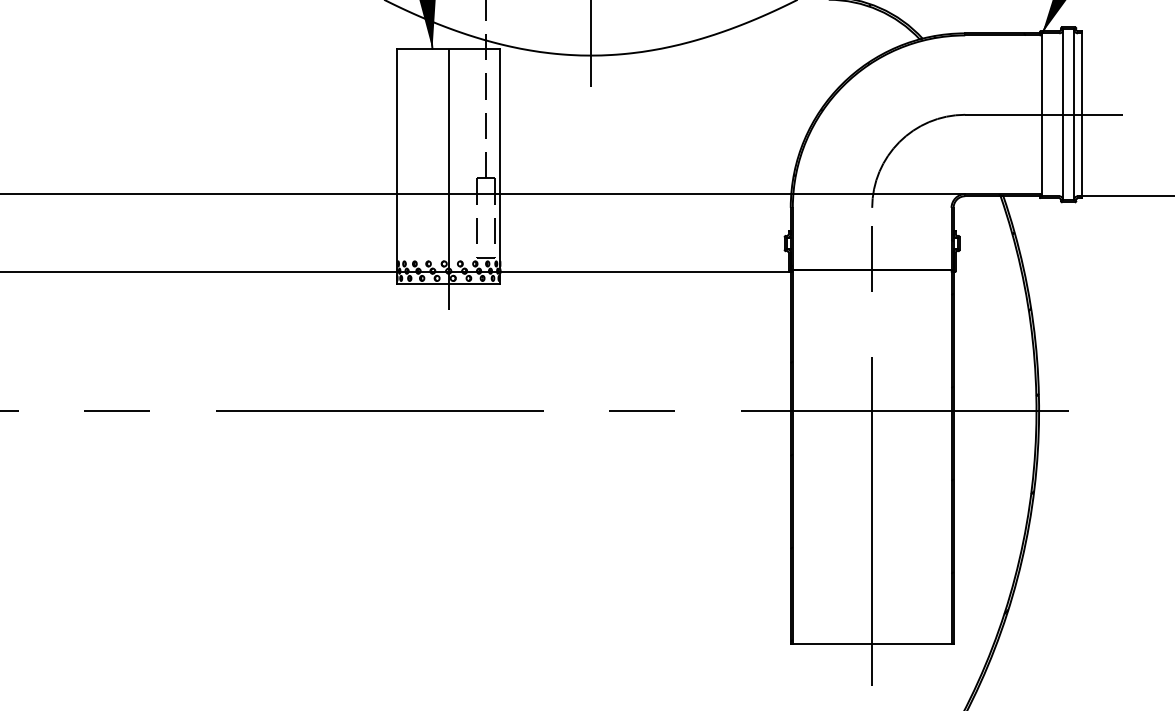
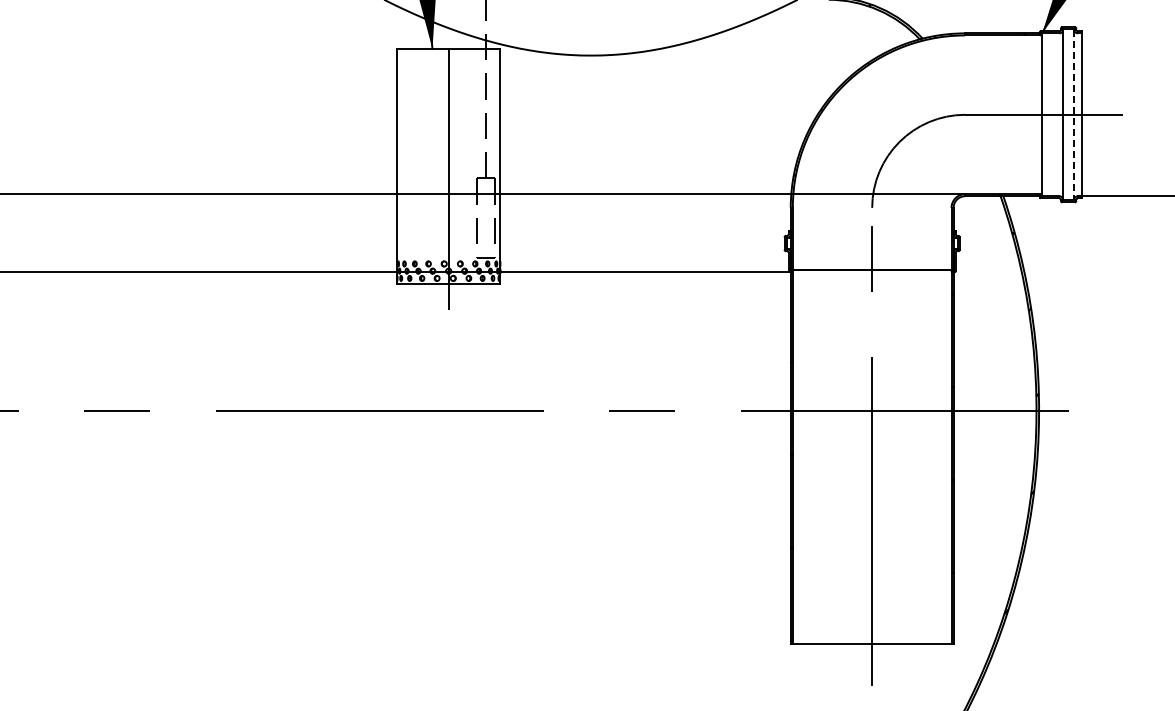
line at (590, 44): present -> none
line at (1074, 115): solid -> dashed
